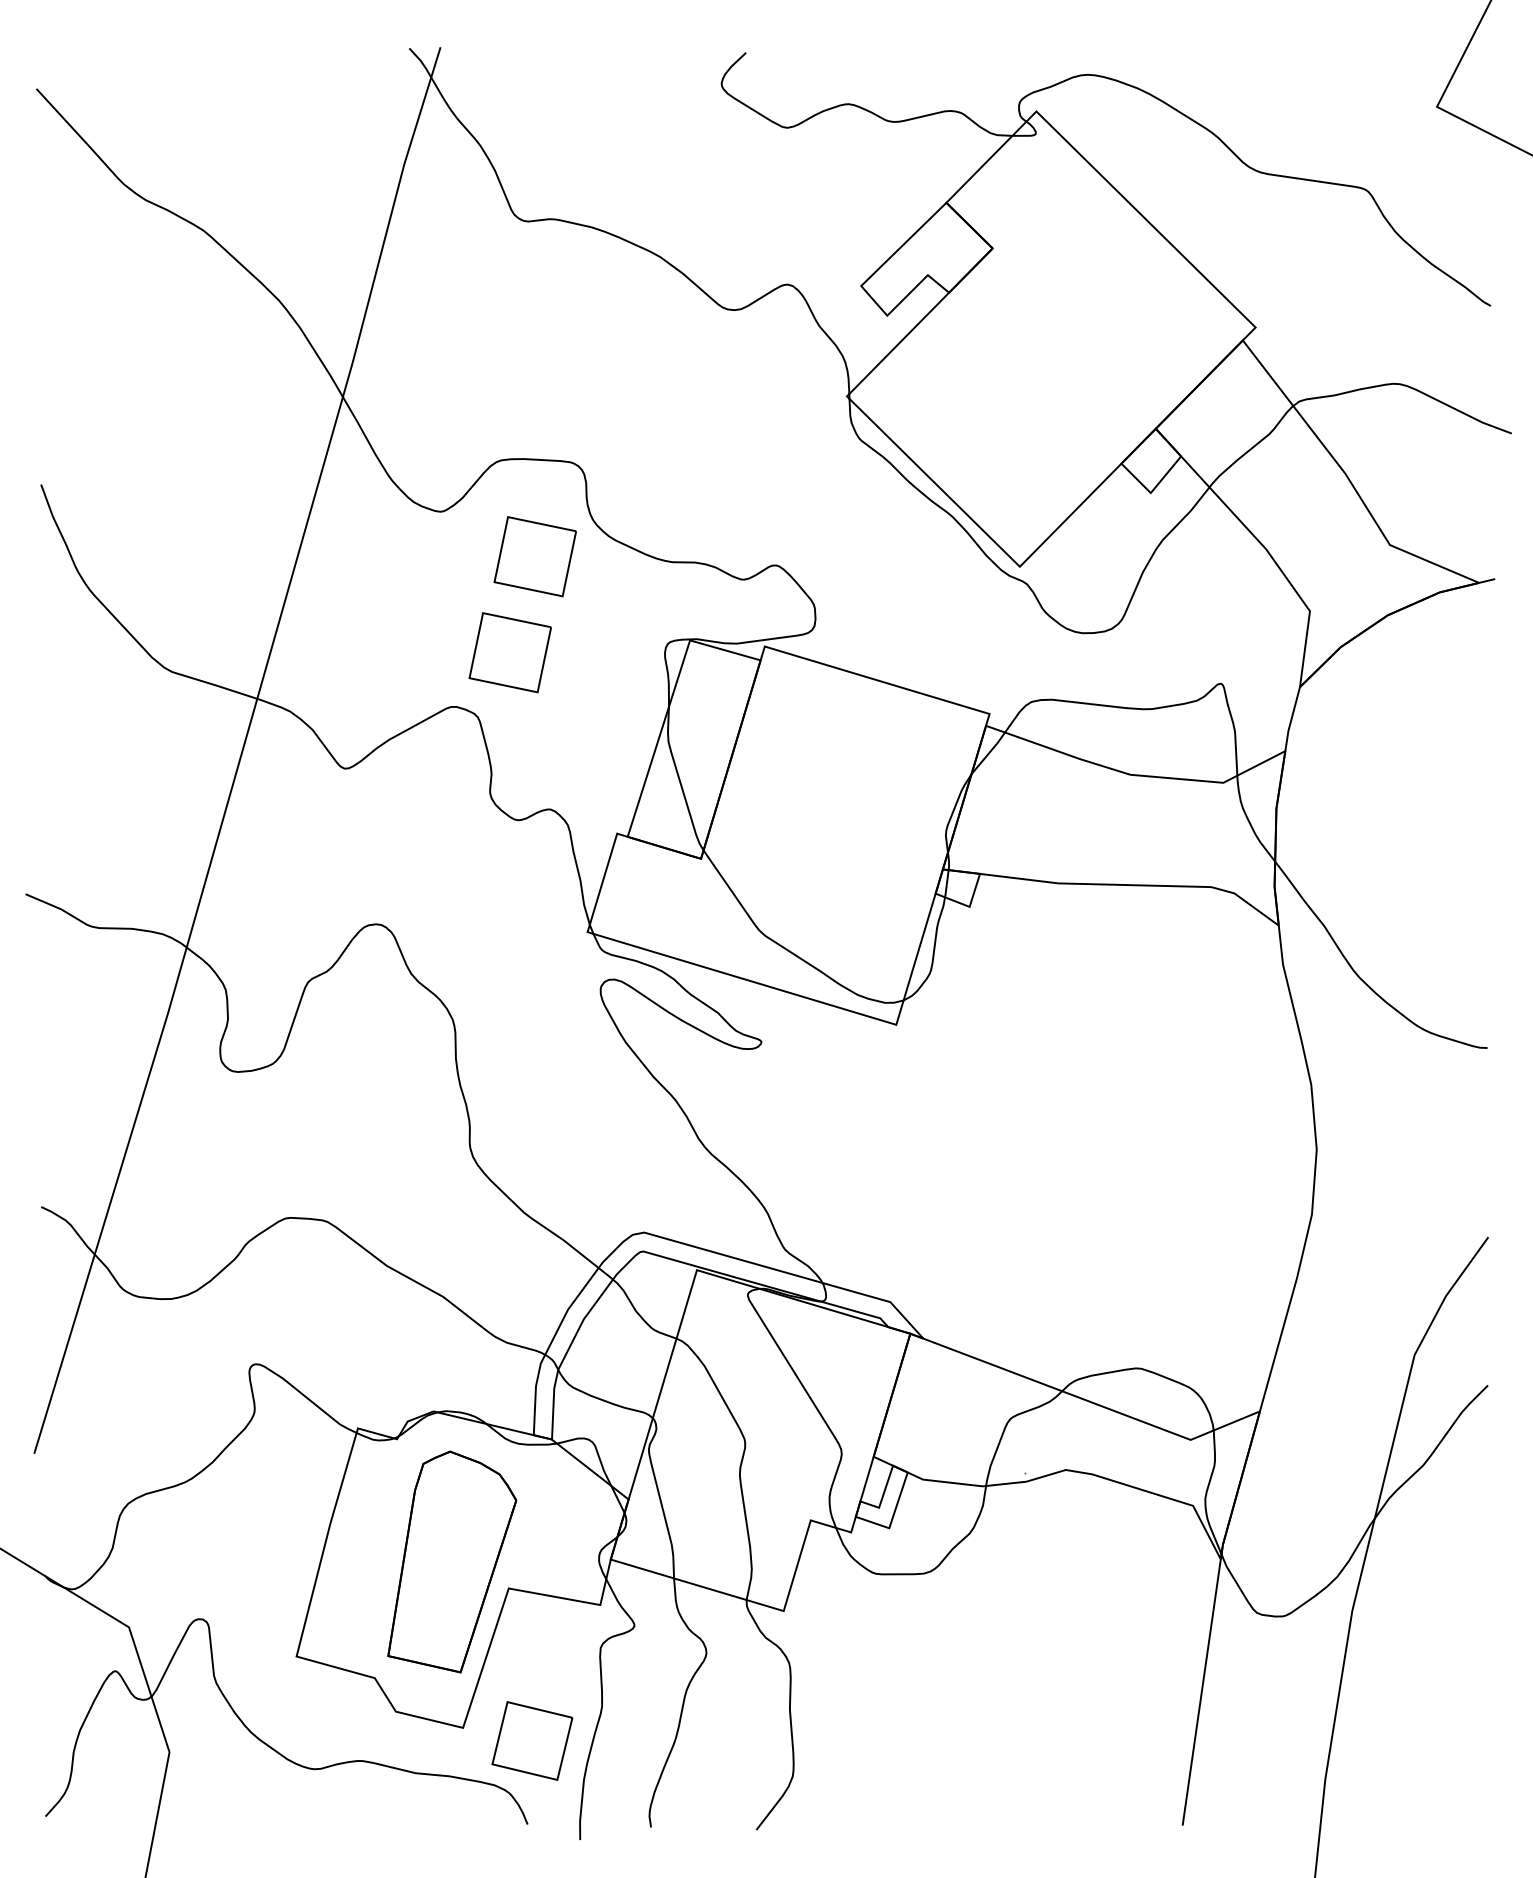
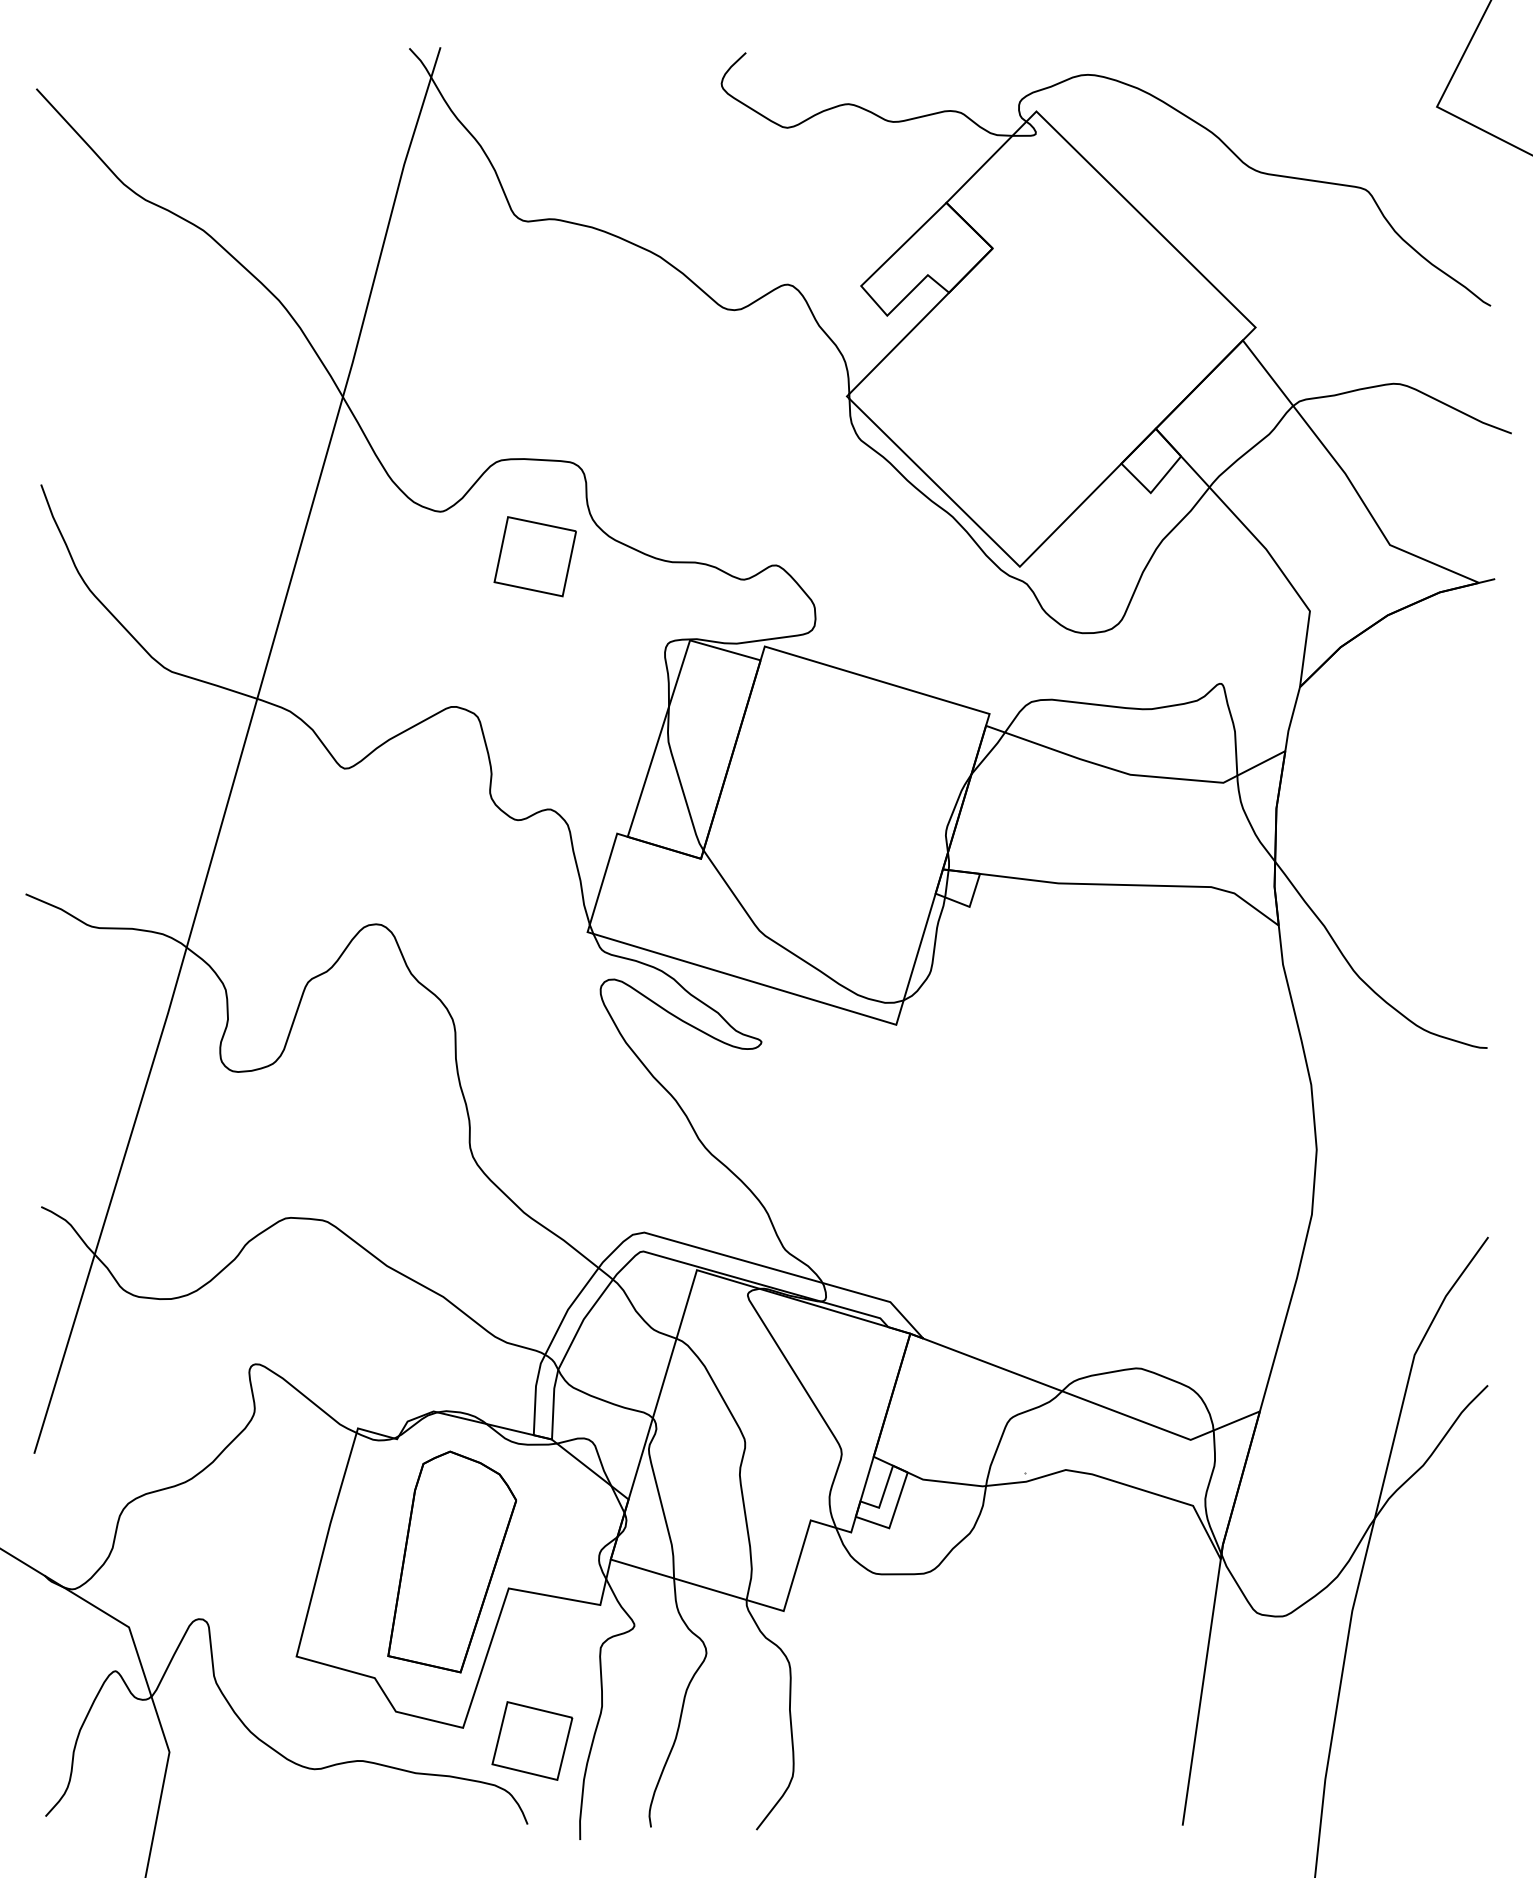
part at (509, 652): present -> none
